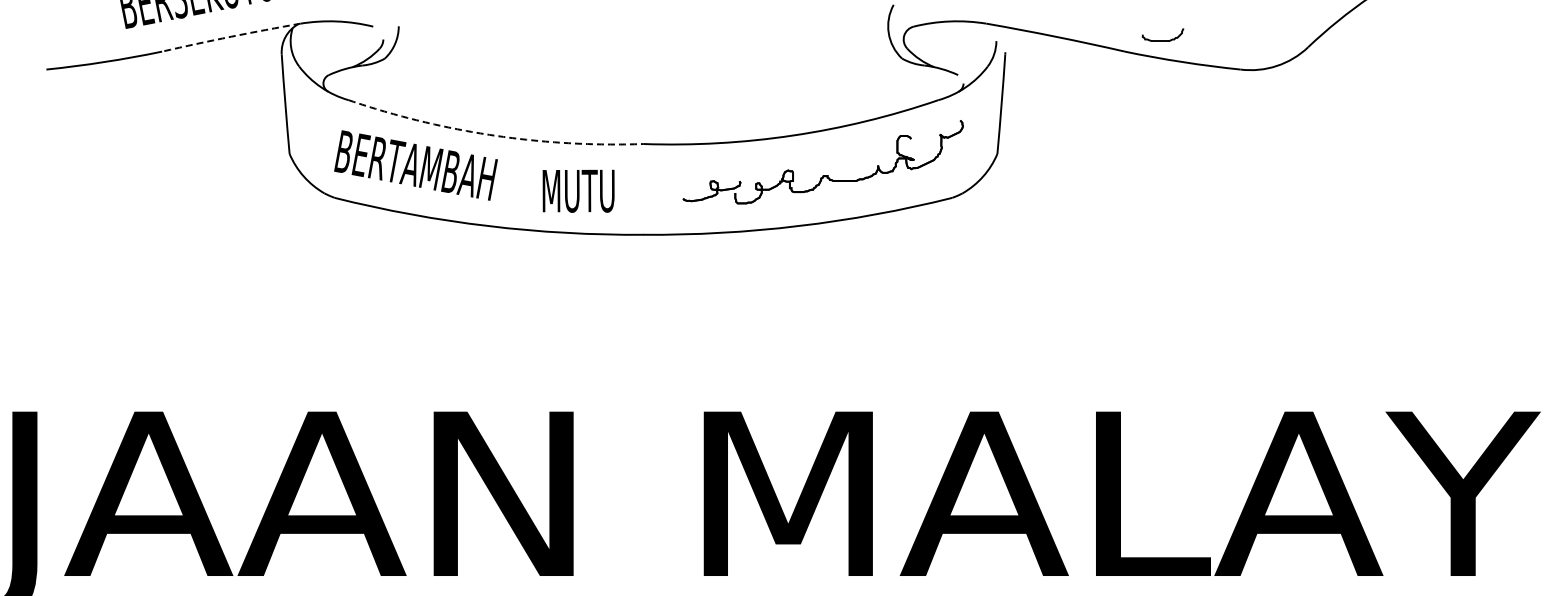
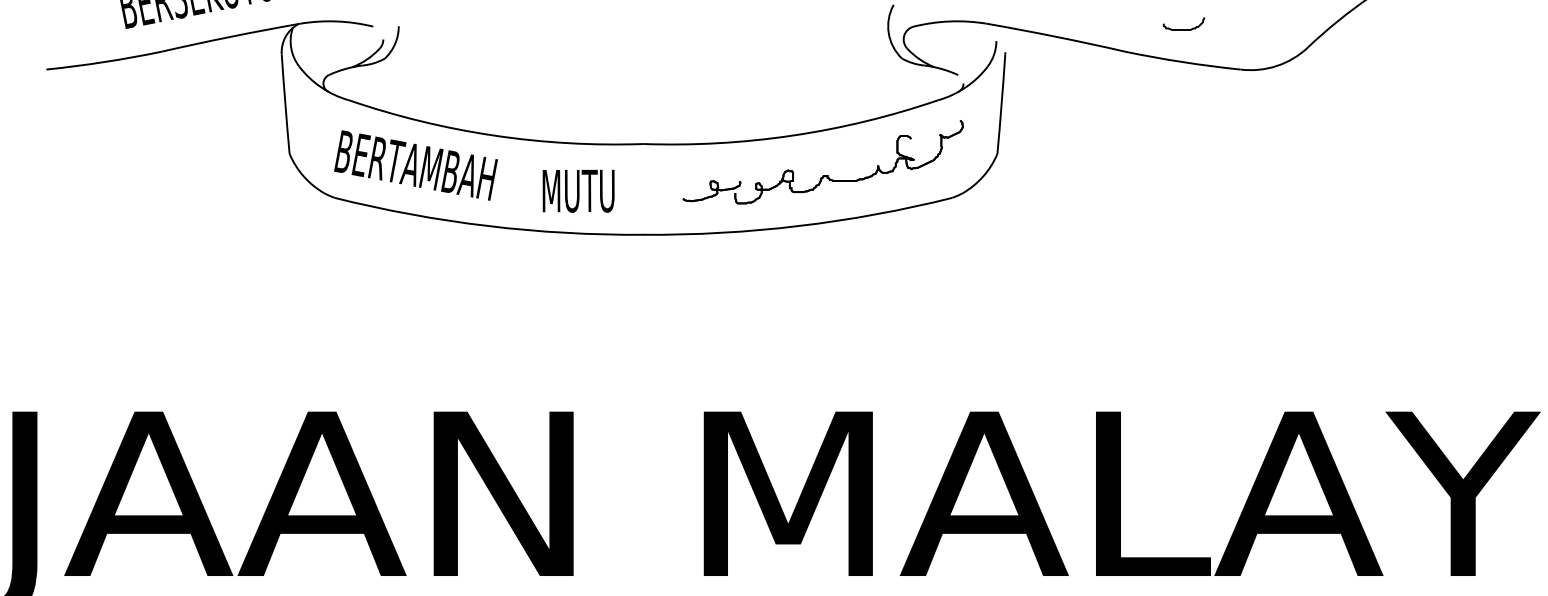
arc at (231, 36): dashed -> solid
curve at (1162, 40) position: (1162, 40) -> (1183, 29)
arc at (494, 135): dashed -> solid
